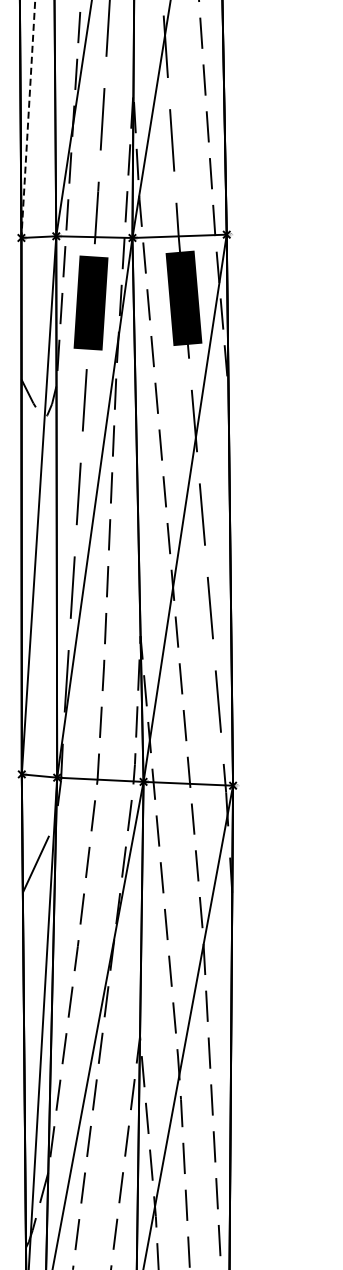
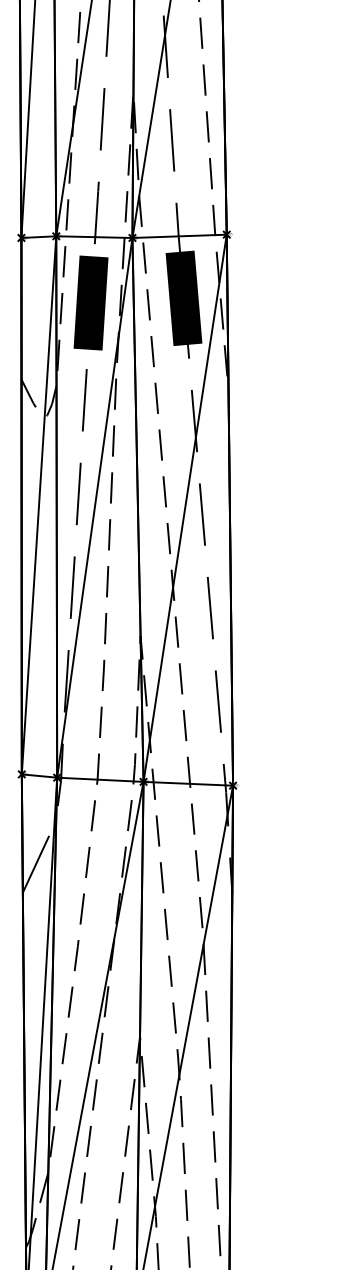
line at (28, 119): dashed -> solid
